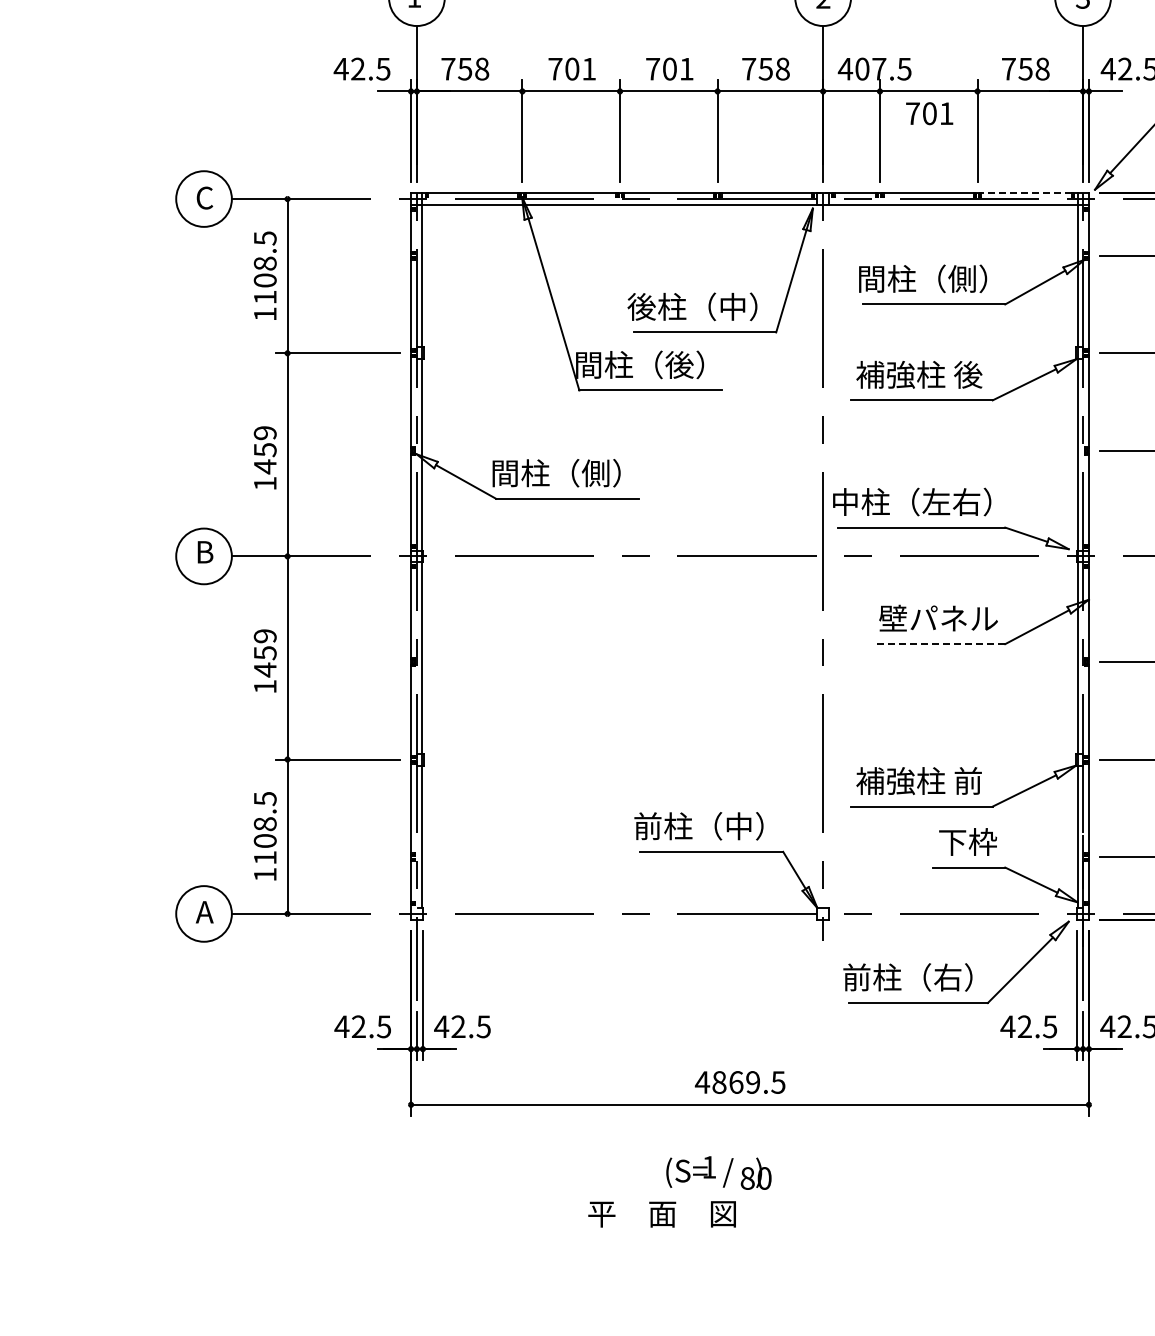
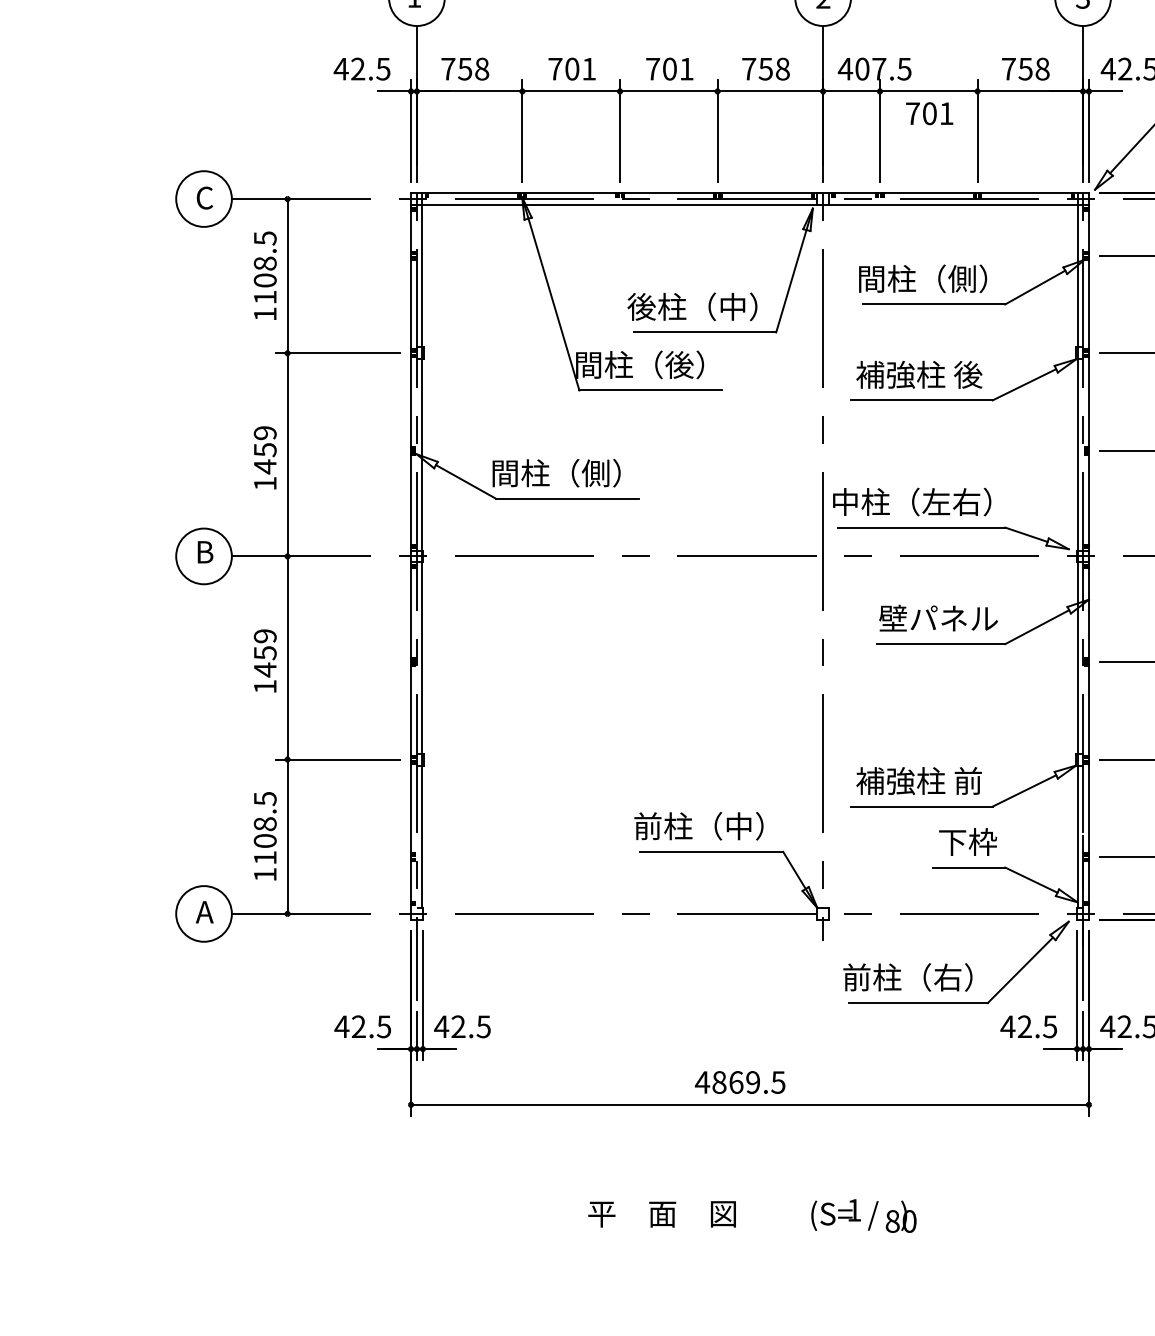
line at (1025, 193): dashed -> solid
line at (941, 644): dashed -> solid
text at (718, 1172) position: (718, 1172) -> (863, 1215)
